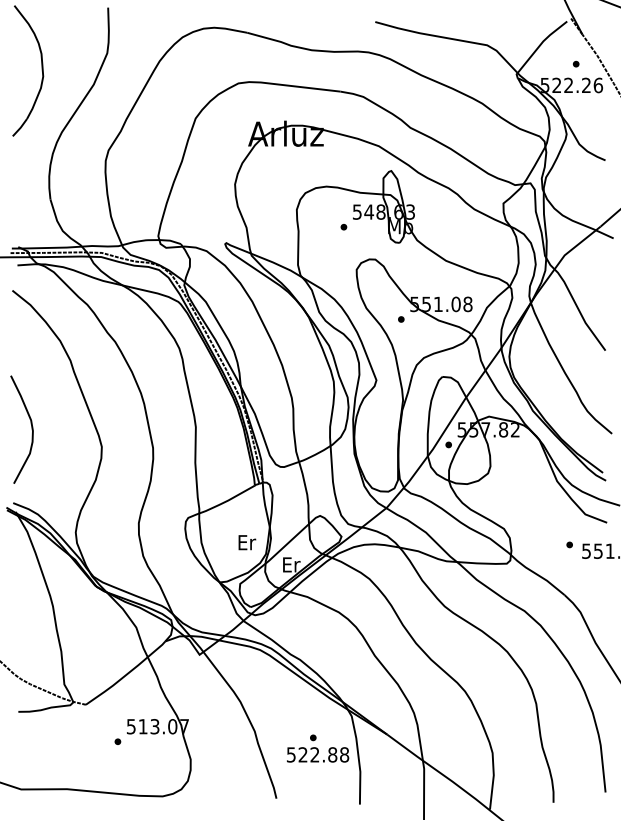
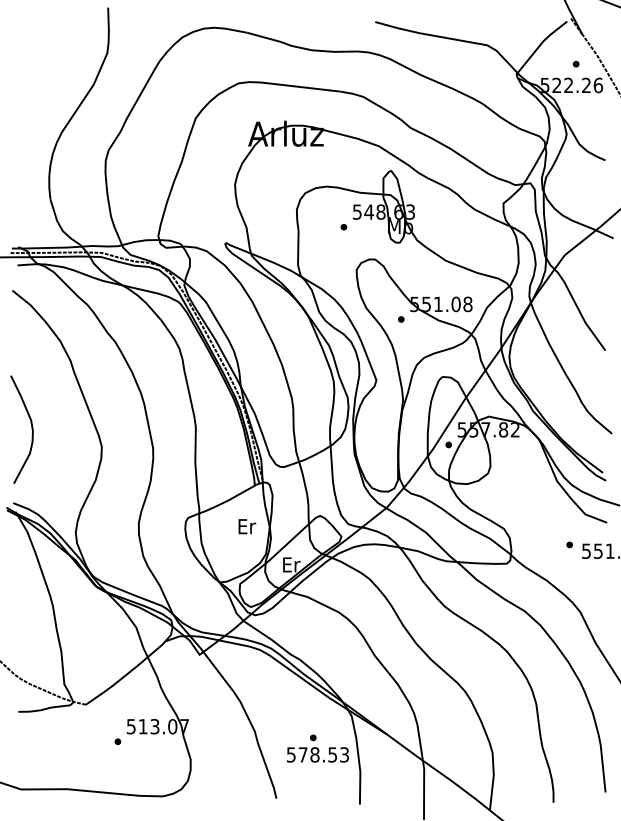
part at (41, 70): present -> none
text at (247, 542) position: (247, 542) -> (247, 526)
text at (323, 754): 522.88 -> 578.53
